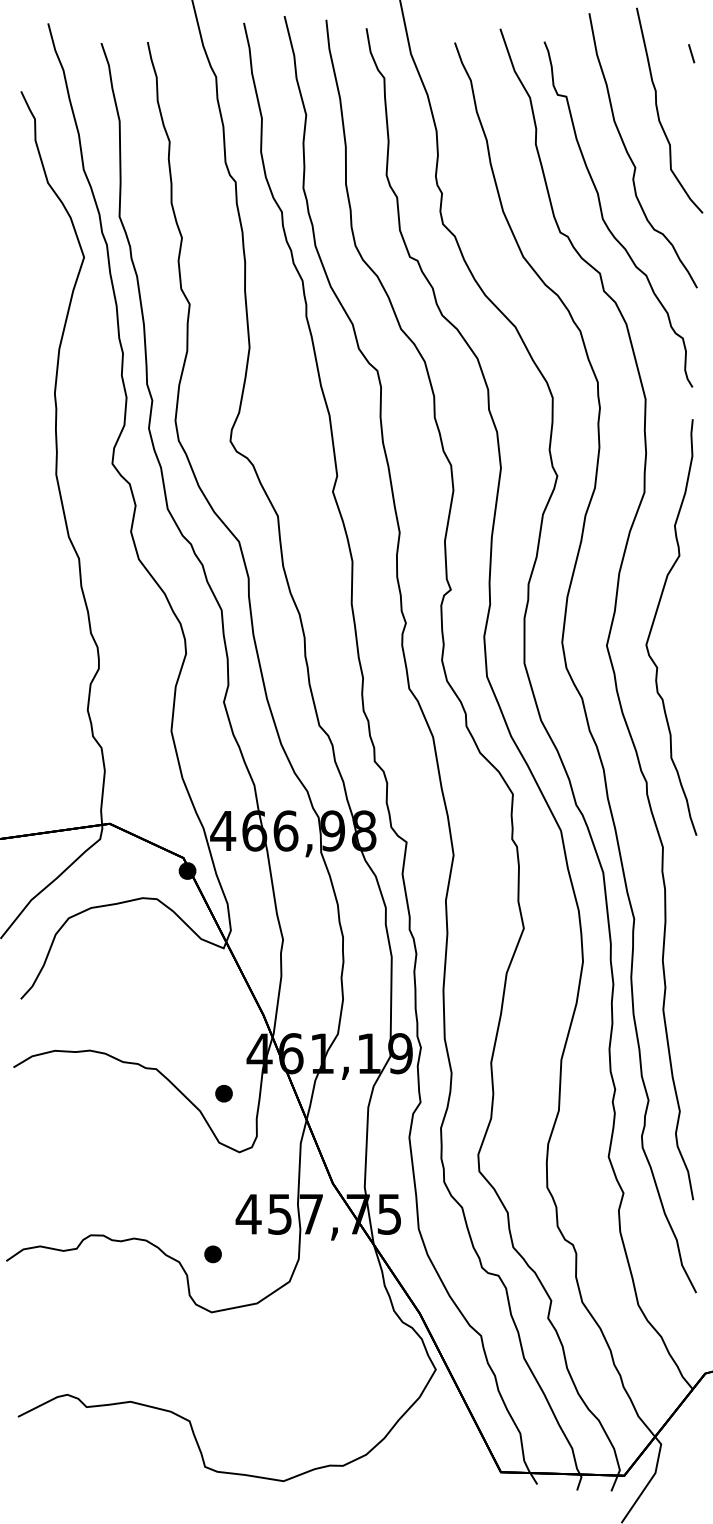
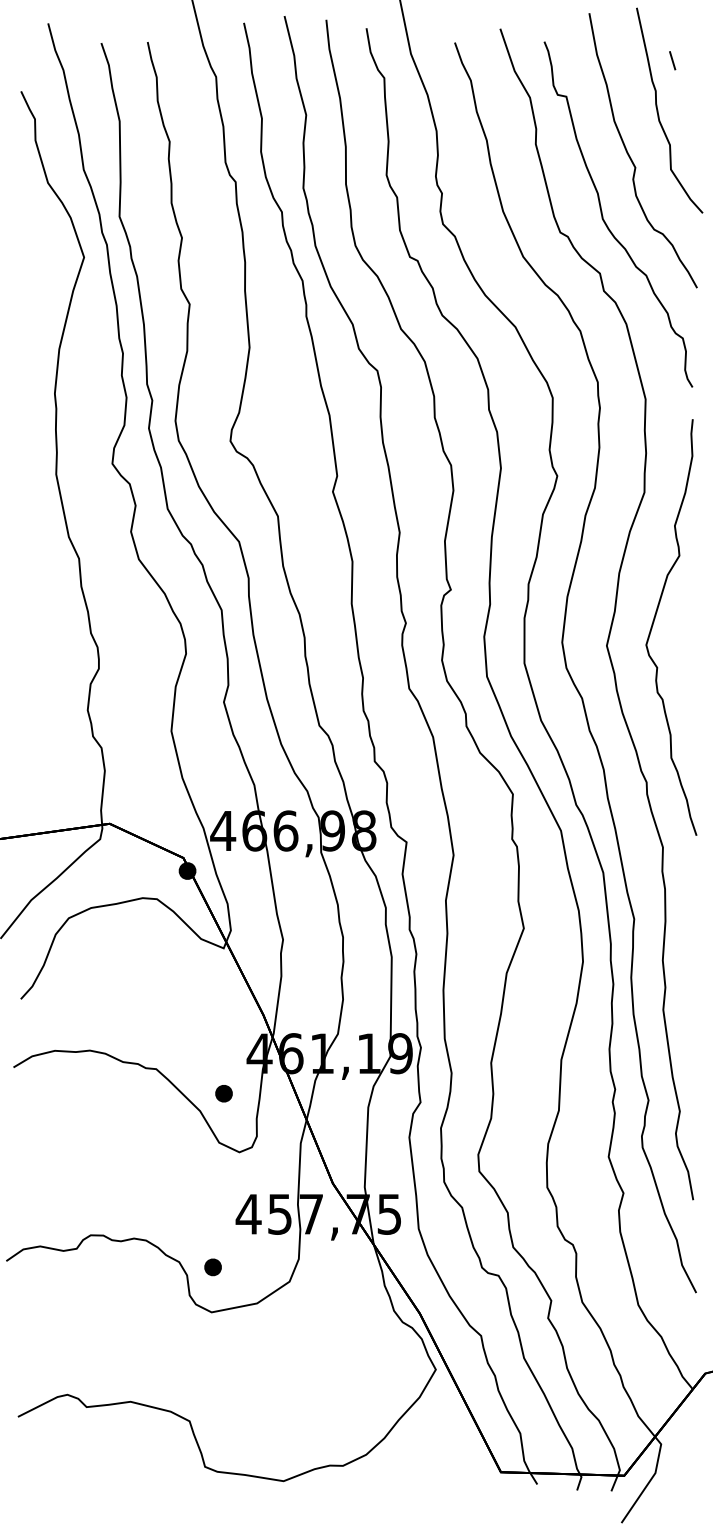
line at (691, 53) position: (691, 53) -> (672, 60)
part at (212, 1254) position: (212, 1254) -> (212, 1267)
